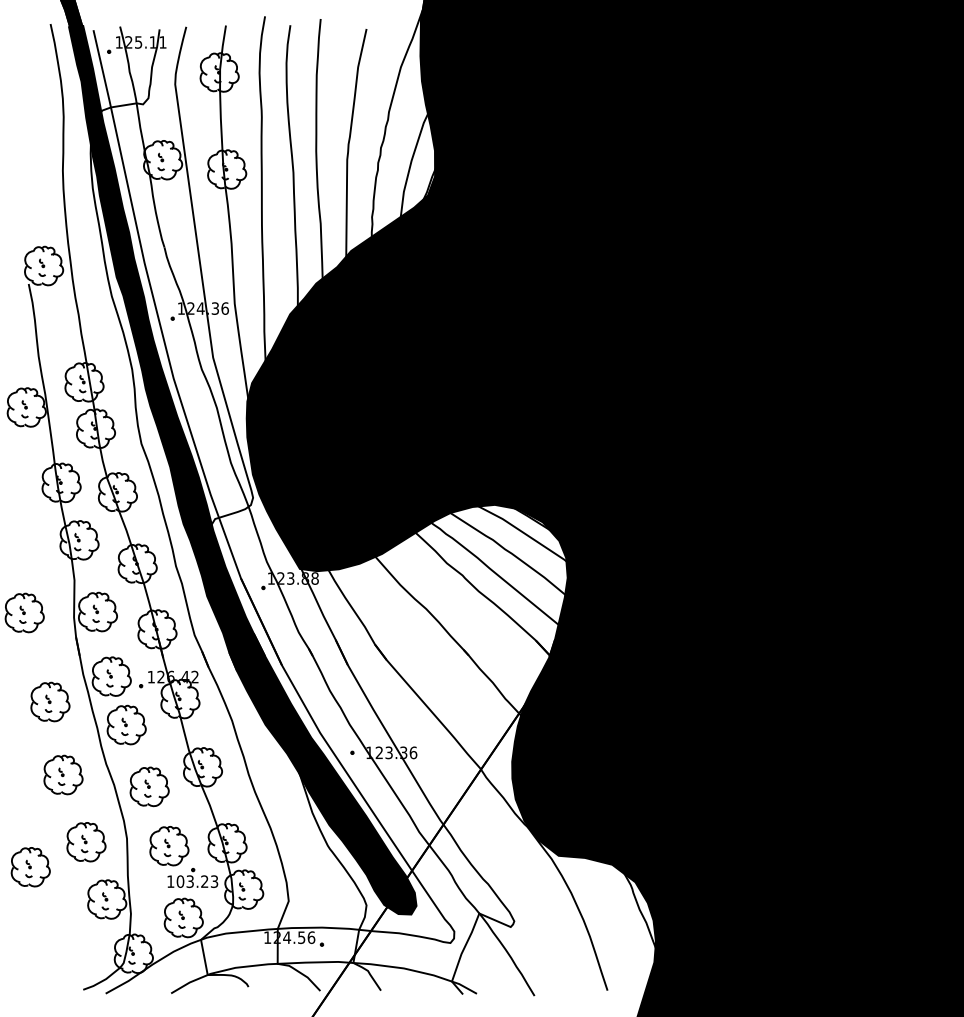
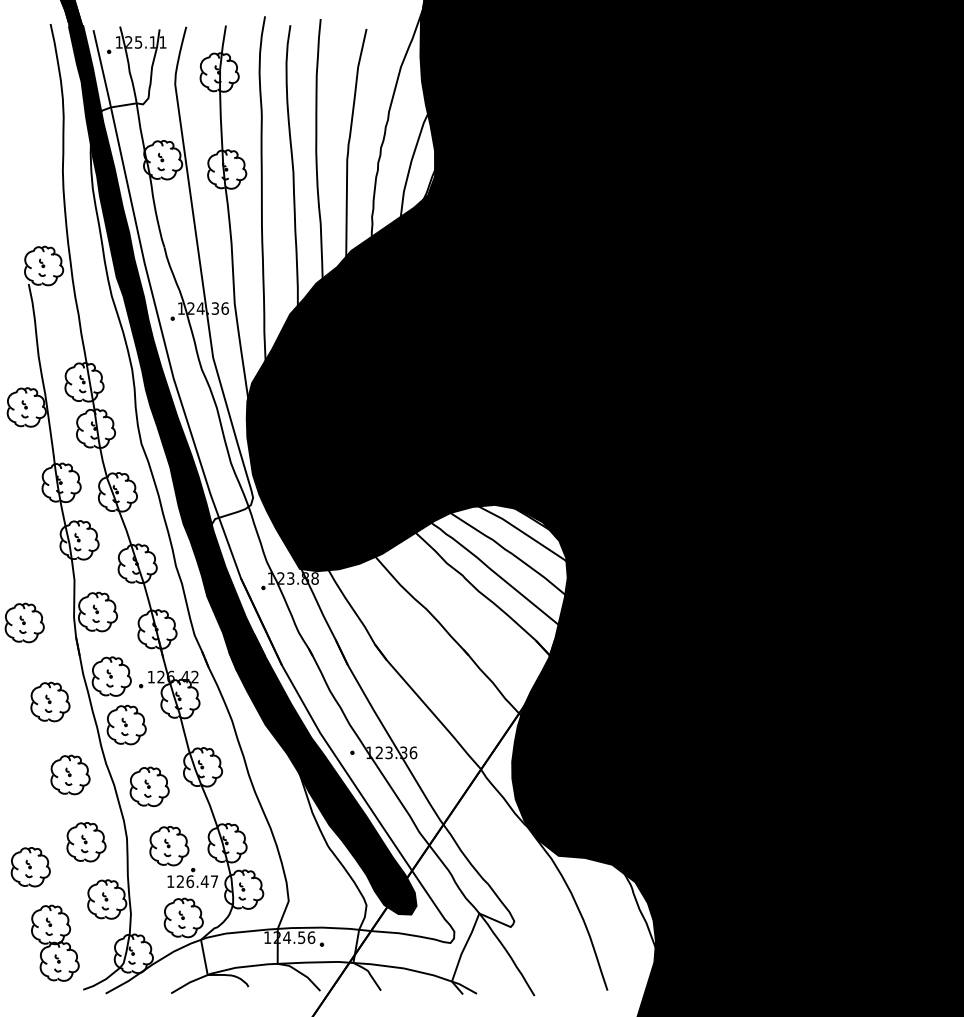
part at (24, 612) position: (24, 612) -> (24, 622)
part at (63, 774) position: (63, 774) -> (70, 774)
text at (197, 881): 103.23 -> 126.47
part at (55, 942): none -> present
